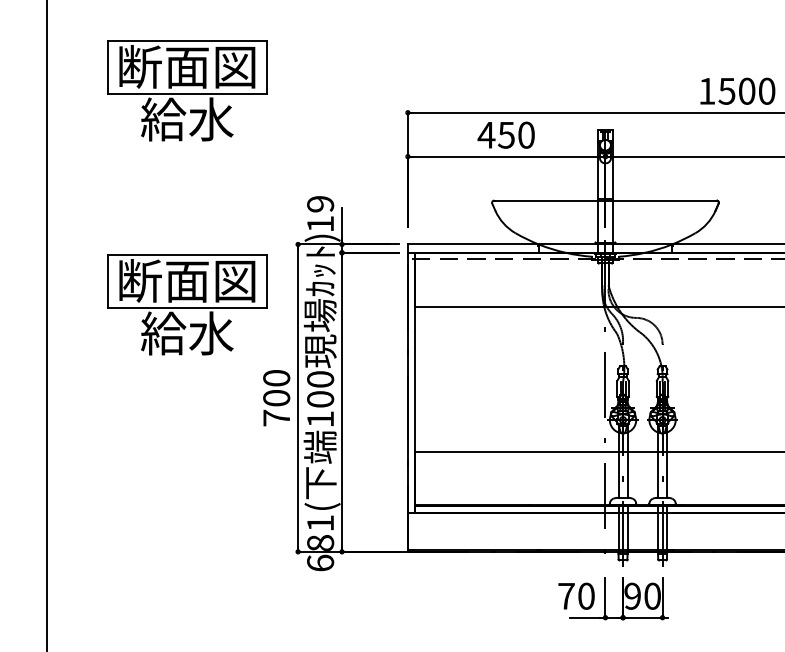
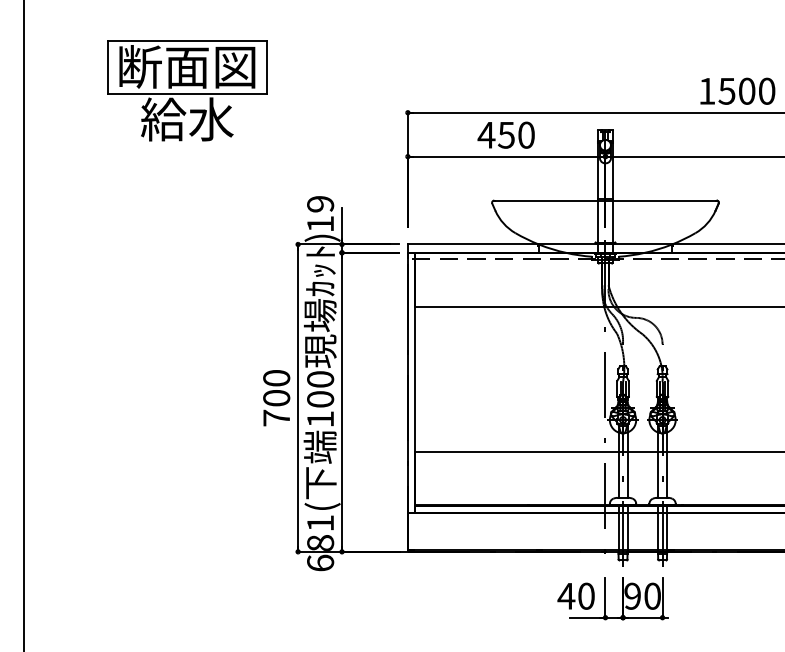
part at (187, 304): present -> none
line at (46, 325) position: (46, 325) -> (23, 325)
text at (566, 596): 70 -> 40
